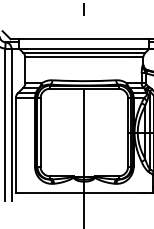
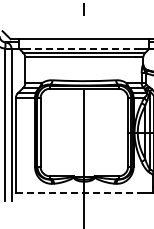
line at (83, 48): solid -> dashed
line at (80, 192): solid -> dashed
